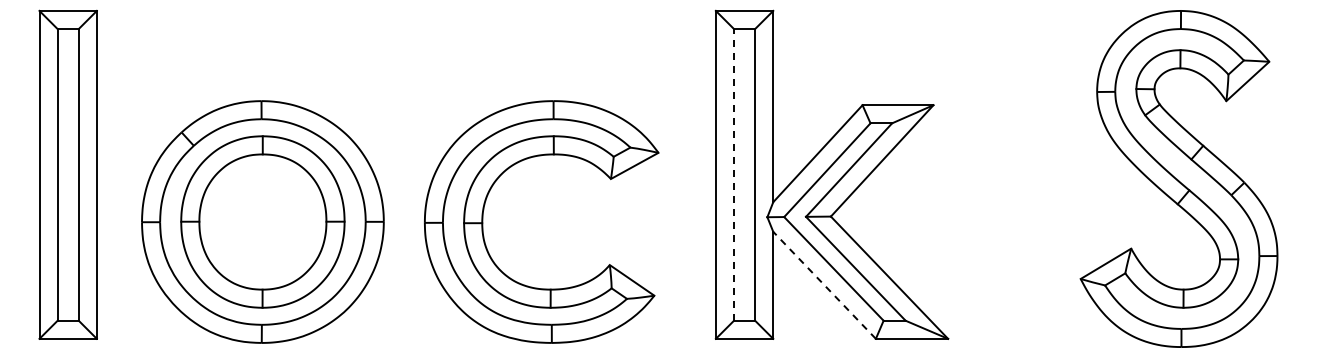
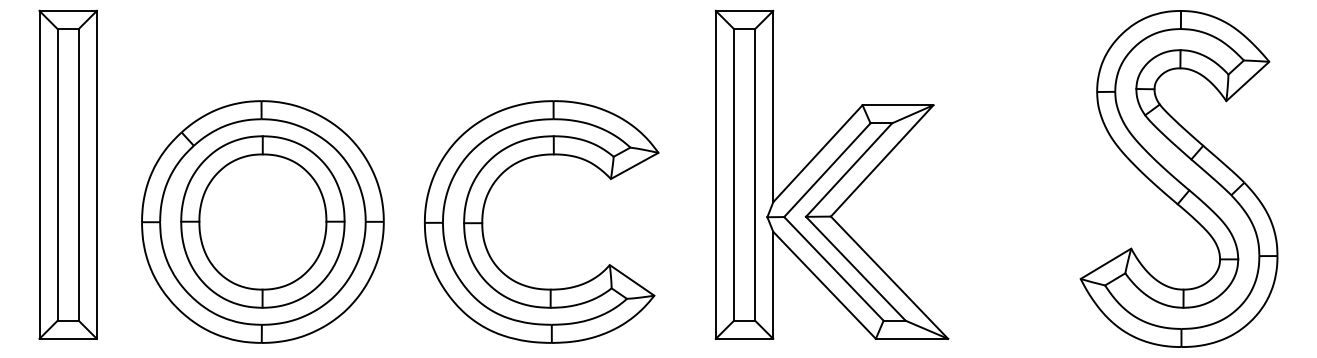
line at (734, 174): dashed -> solid
line at (824, 284): dashed -> solid
